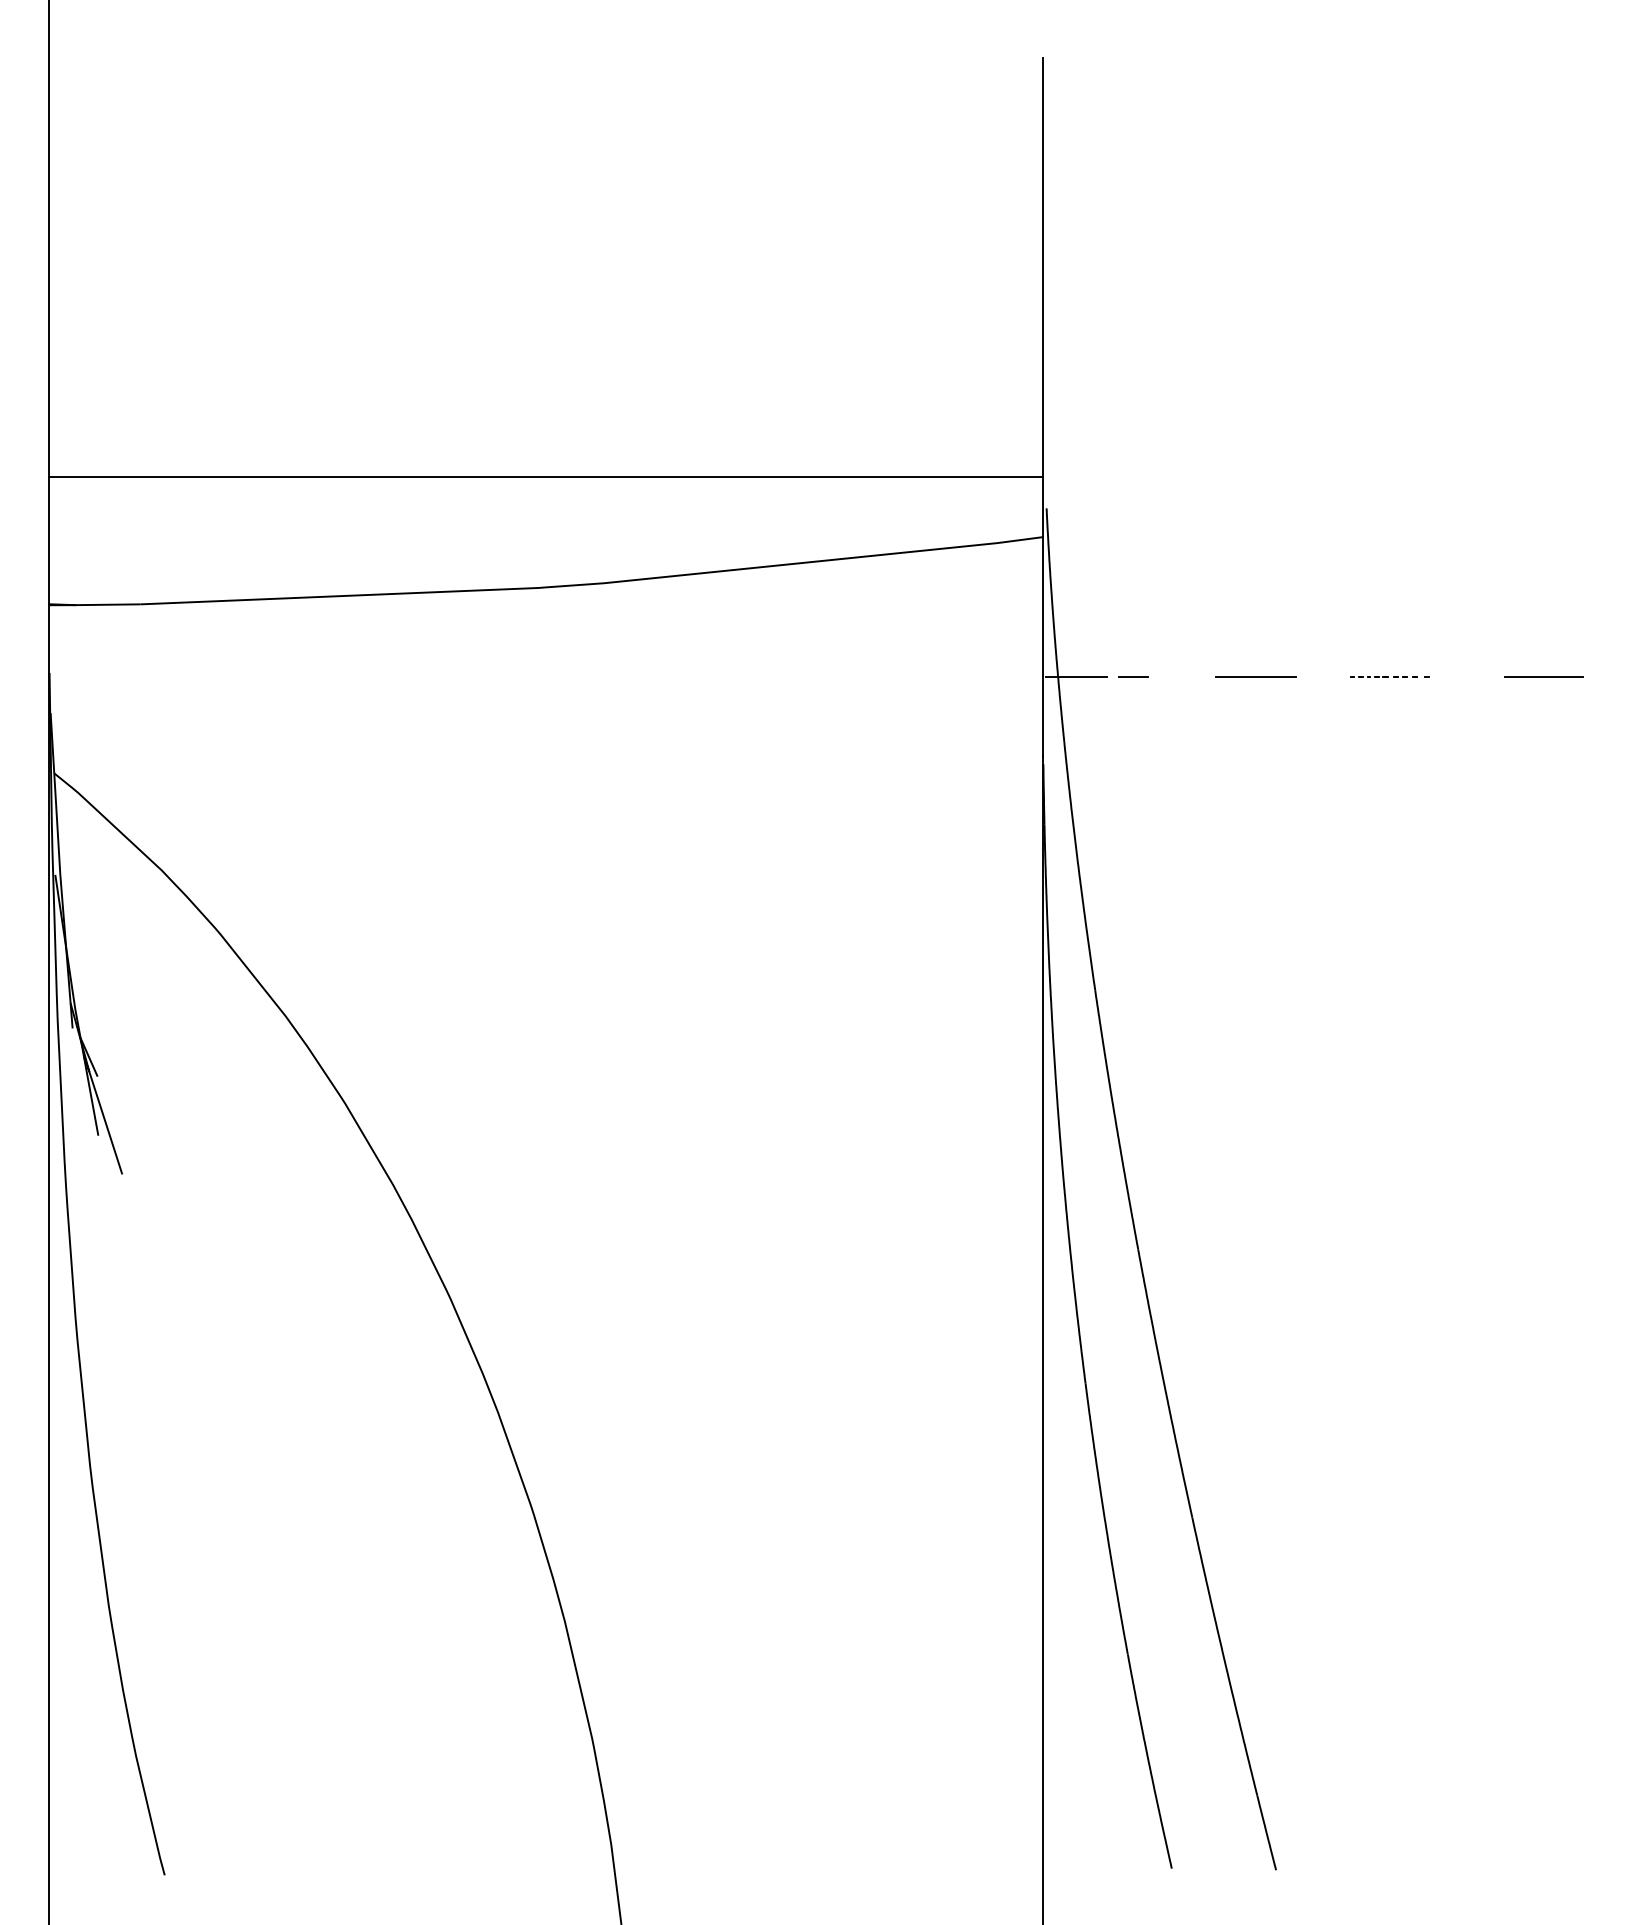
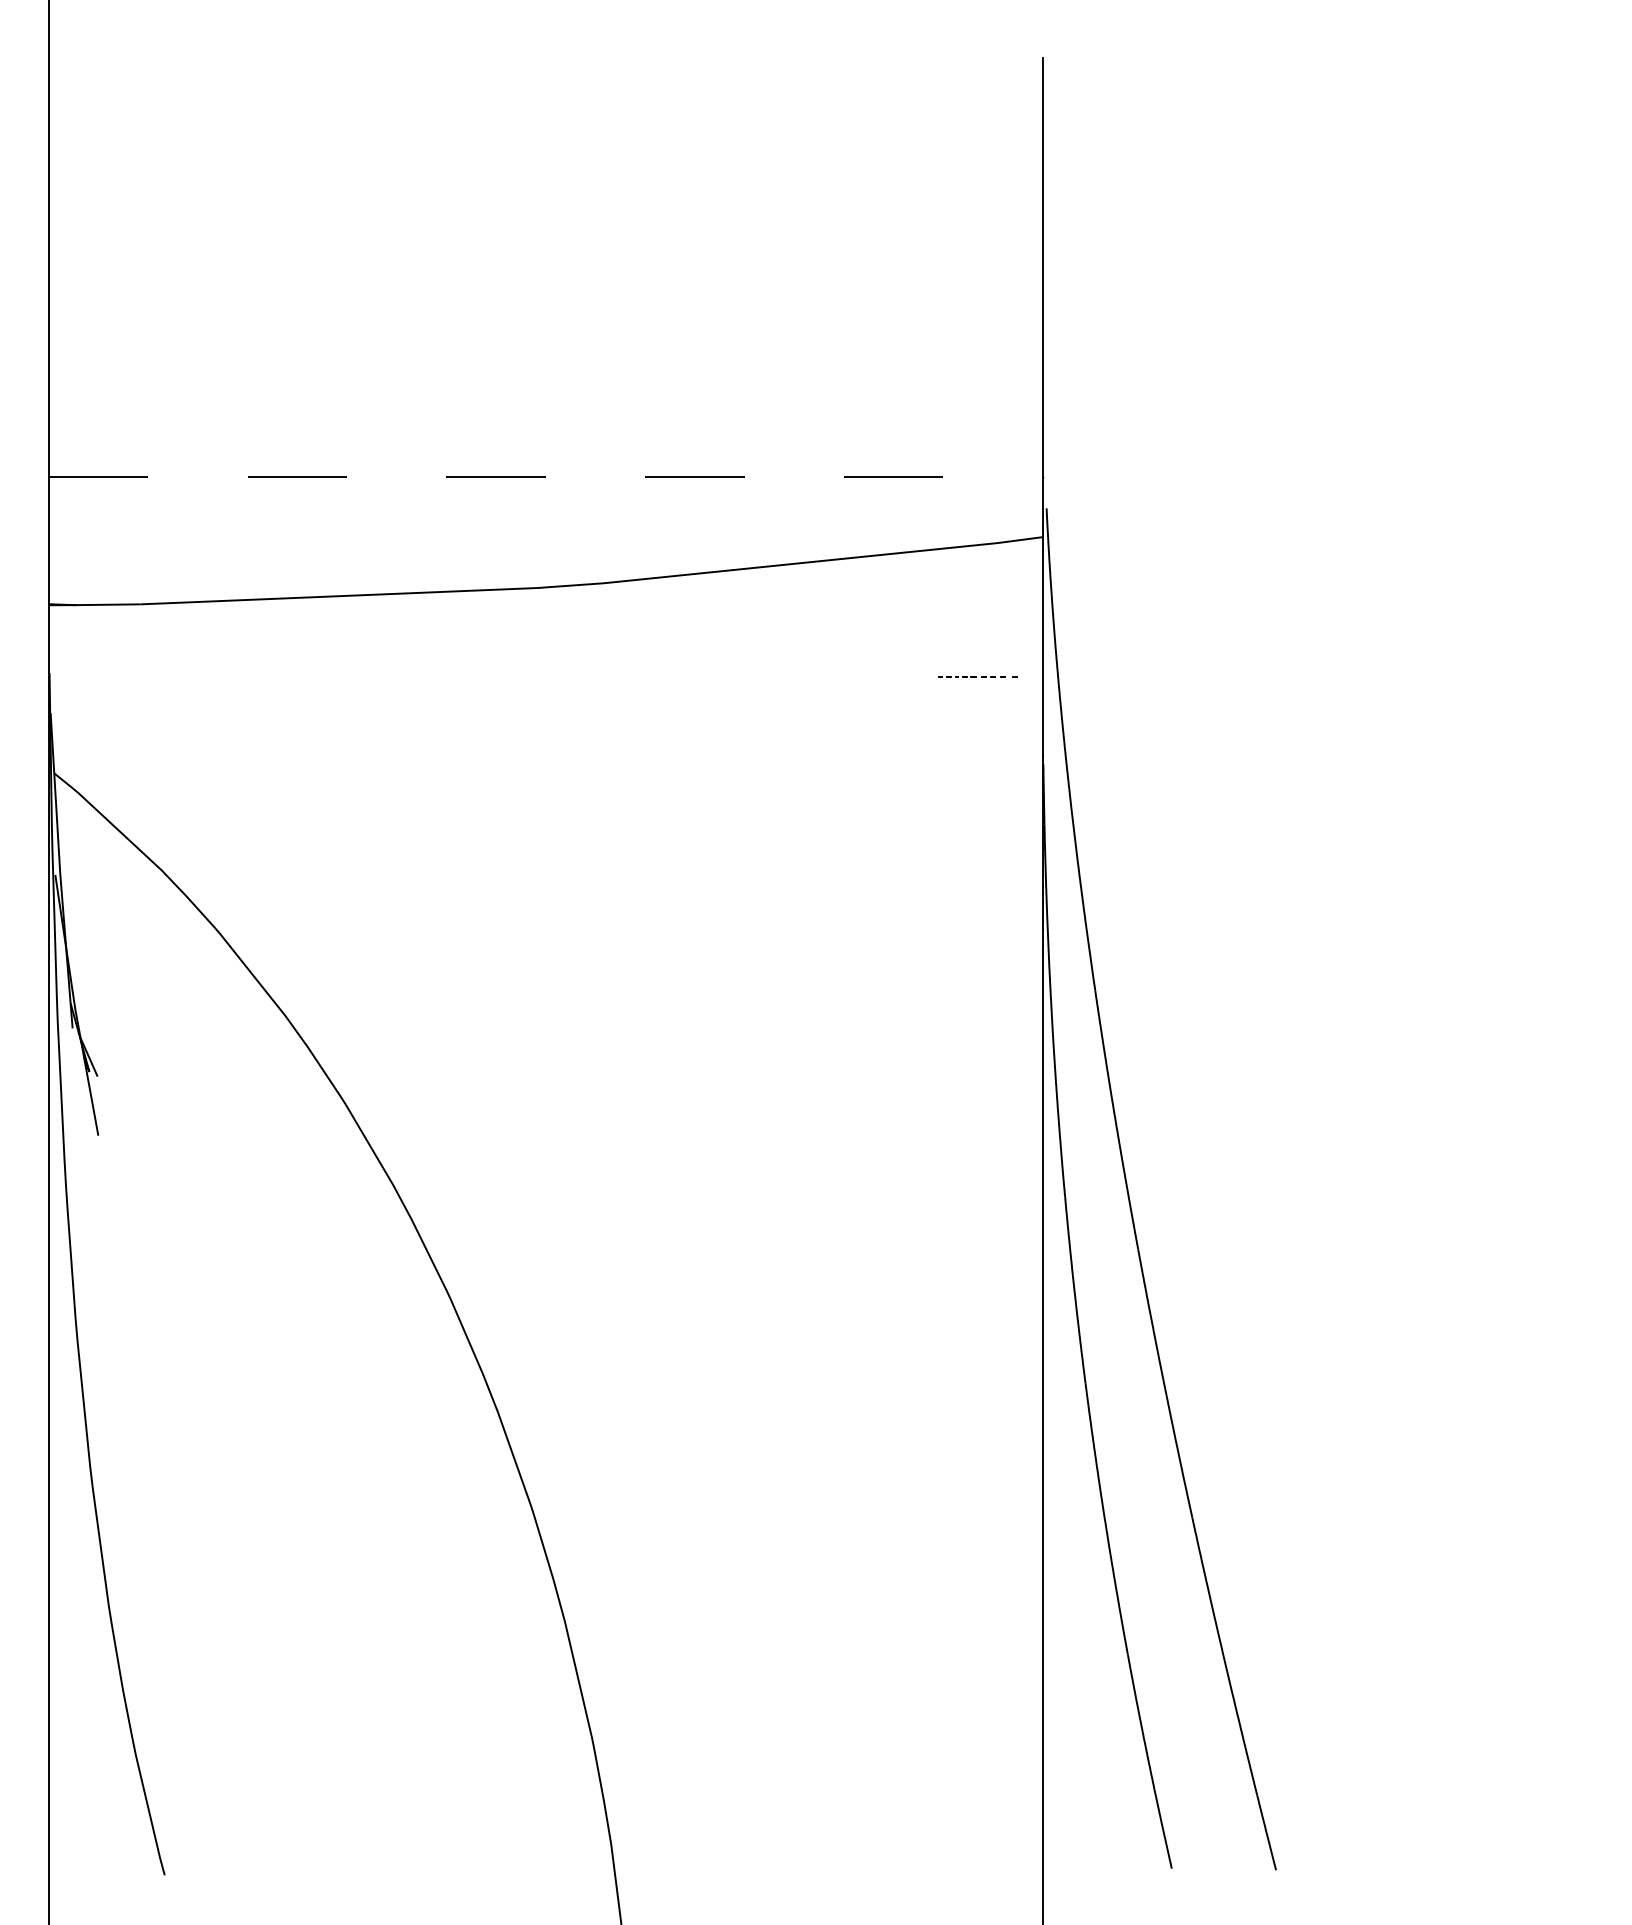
line at (545, 476): solid -> dashed
line at (1255, 676): present -> none
line at (1388, 676) position: (1388, 676) -> (976, 676)
line at (1543, 676): present -> none
line at (1076, 677): present -> none
line at (1133, 677): present -> none
line at (105, 1122): present -> none
